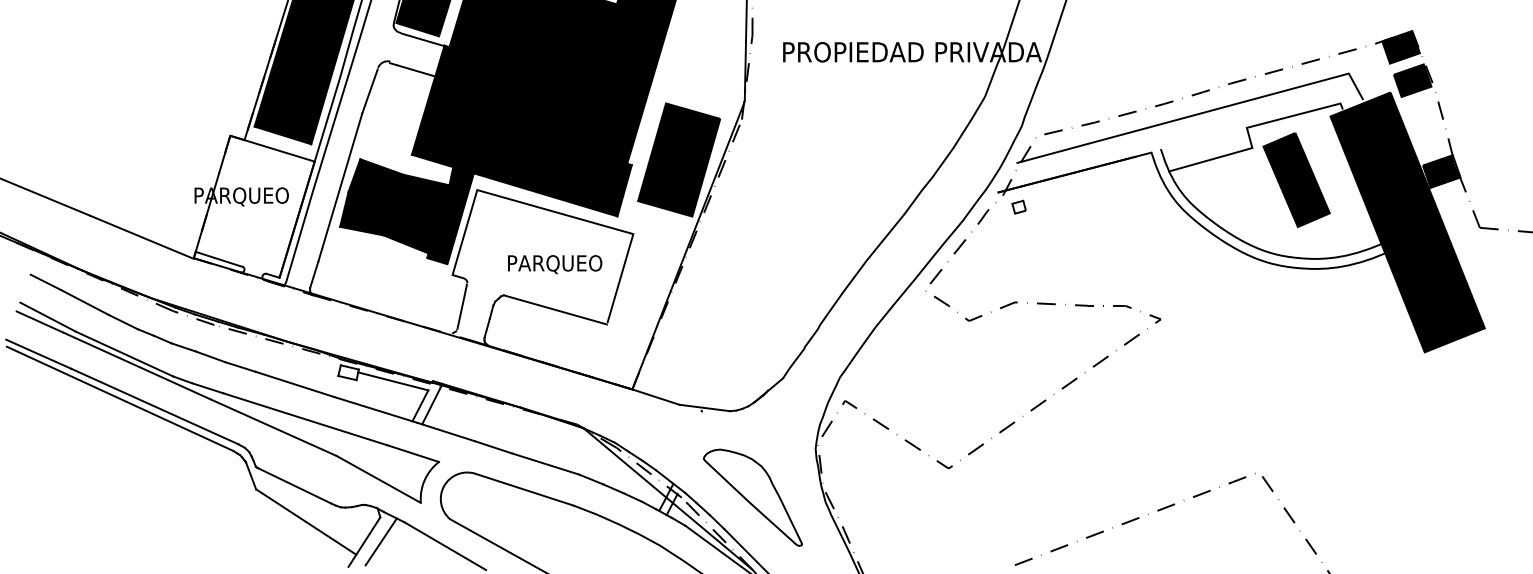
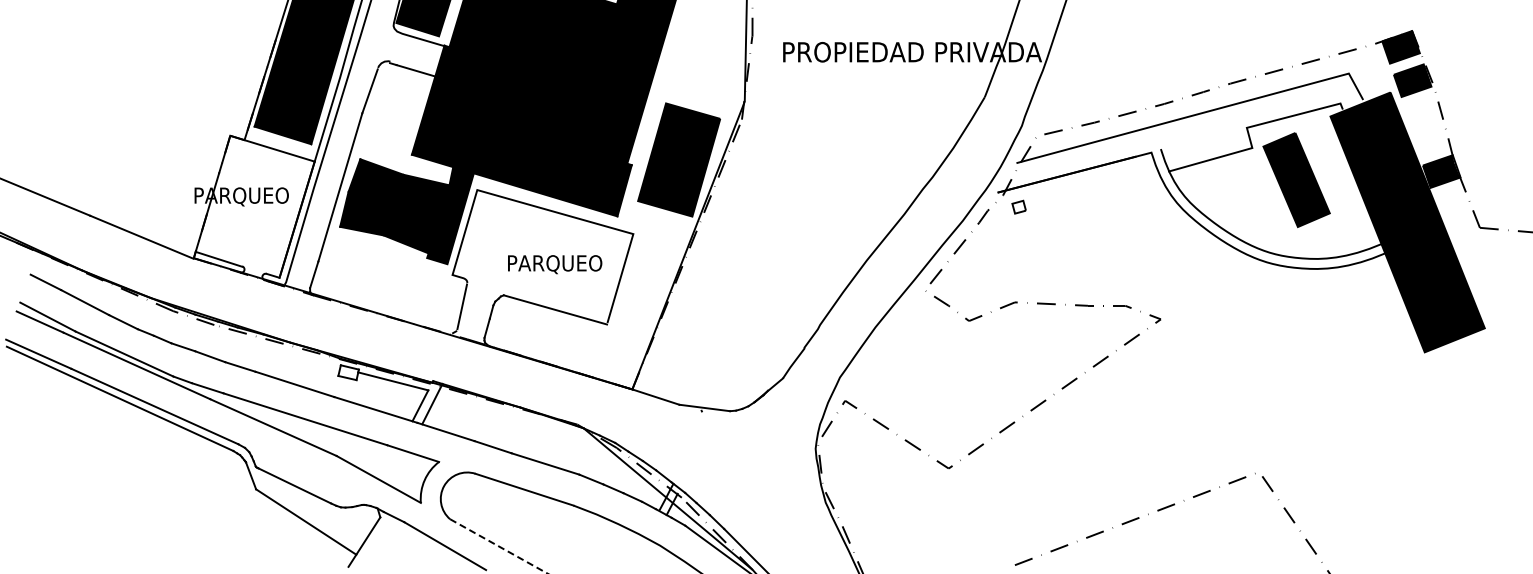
part at (752, 497): present -> none
line at (380, 541): present -> none
line at (498, 546): solid -> dashed
